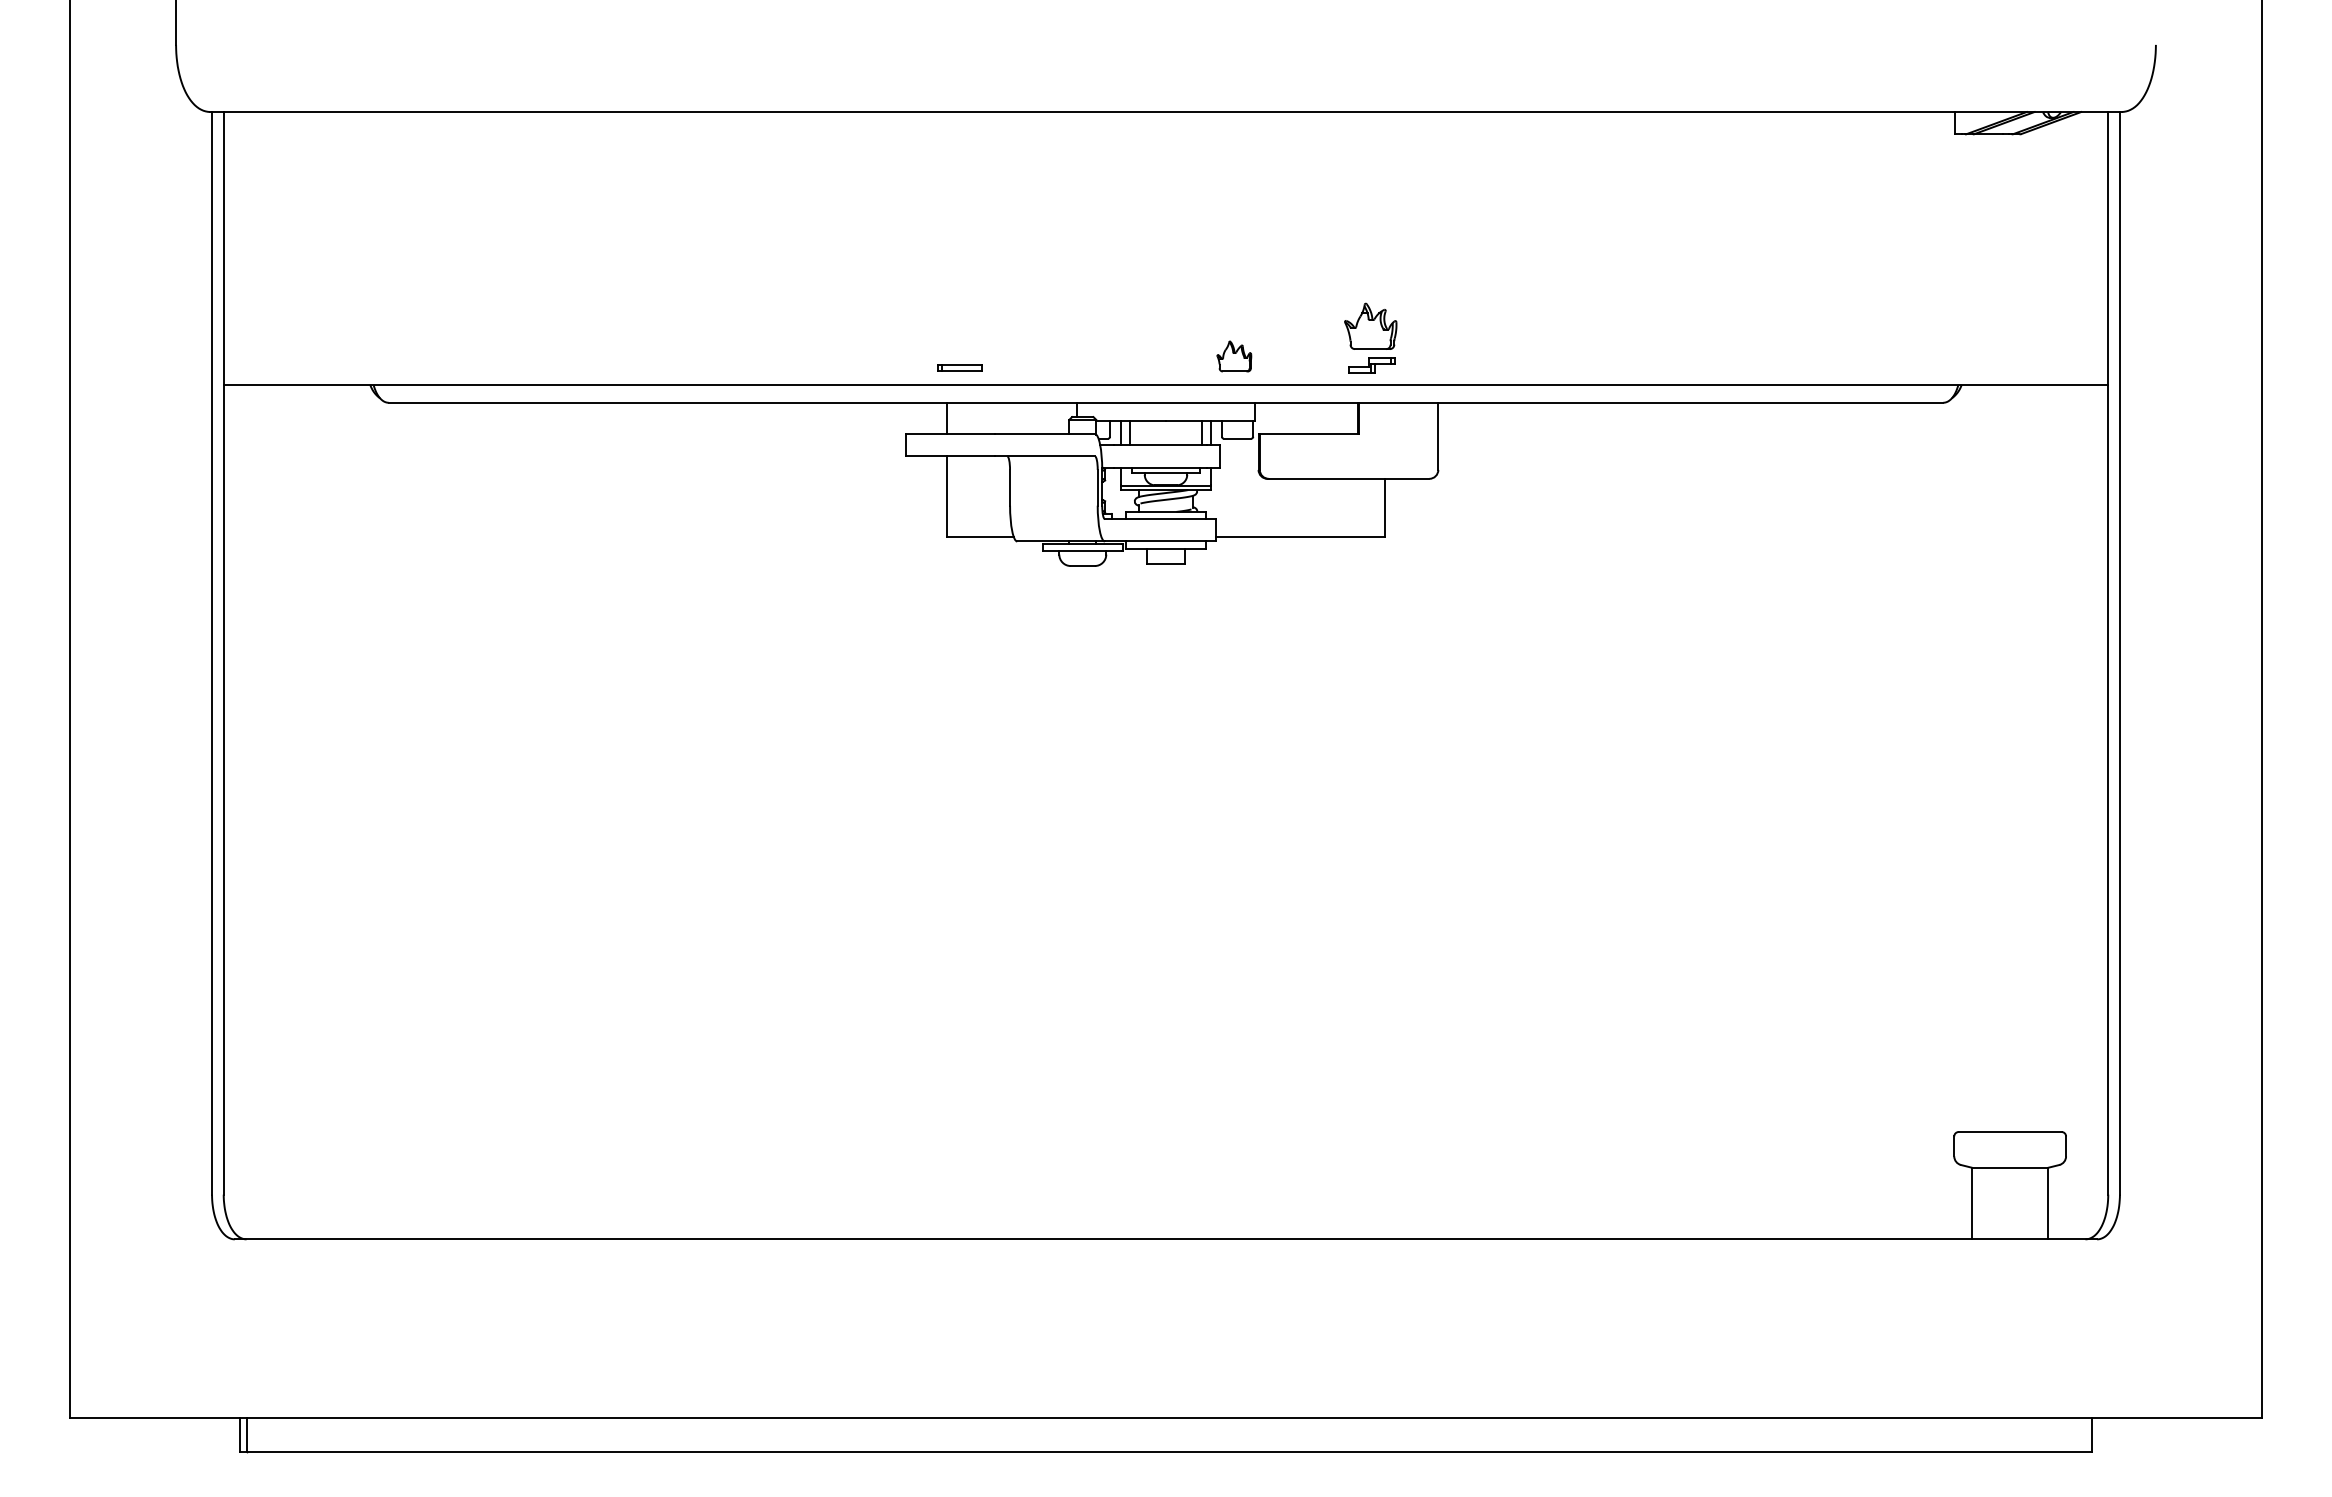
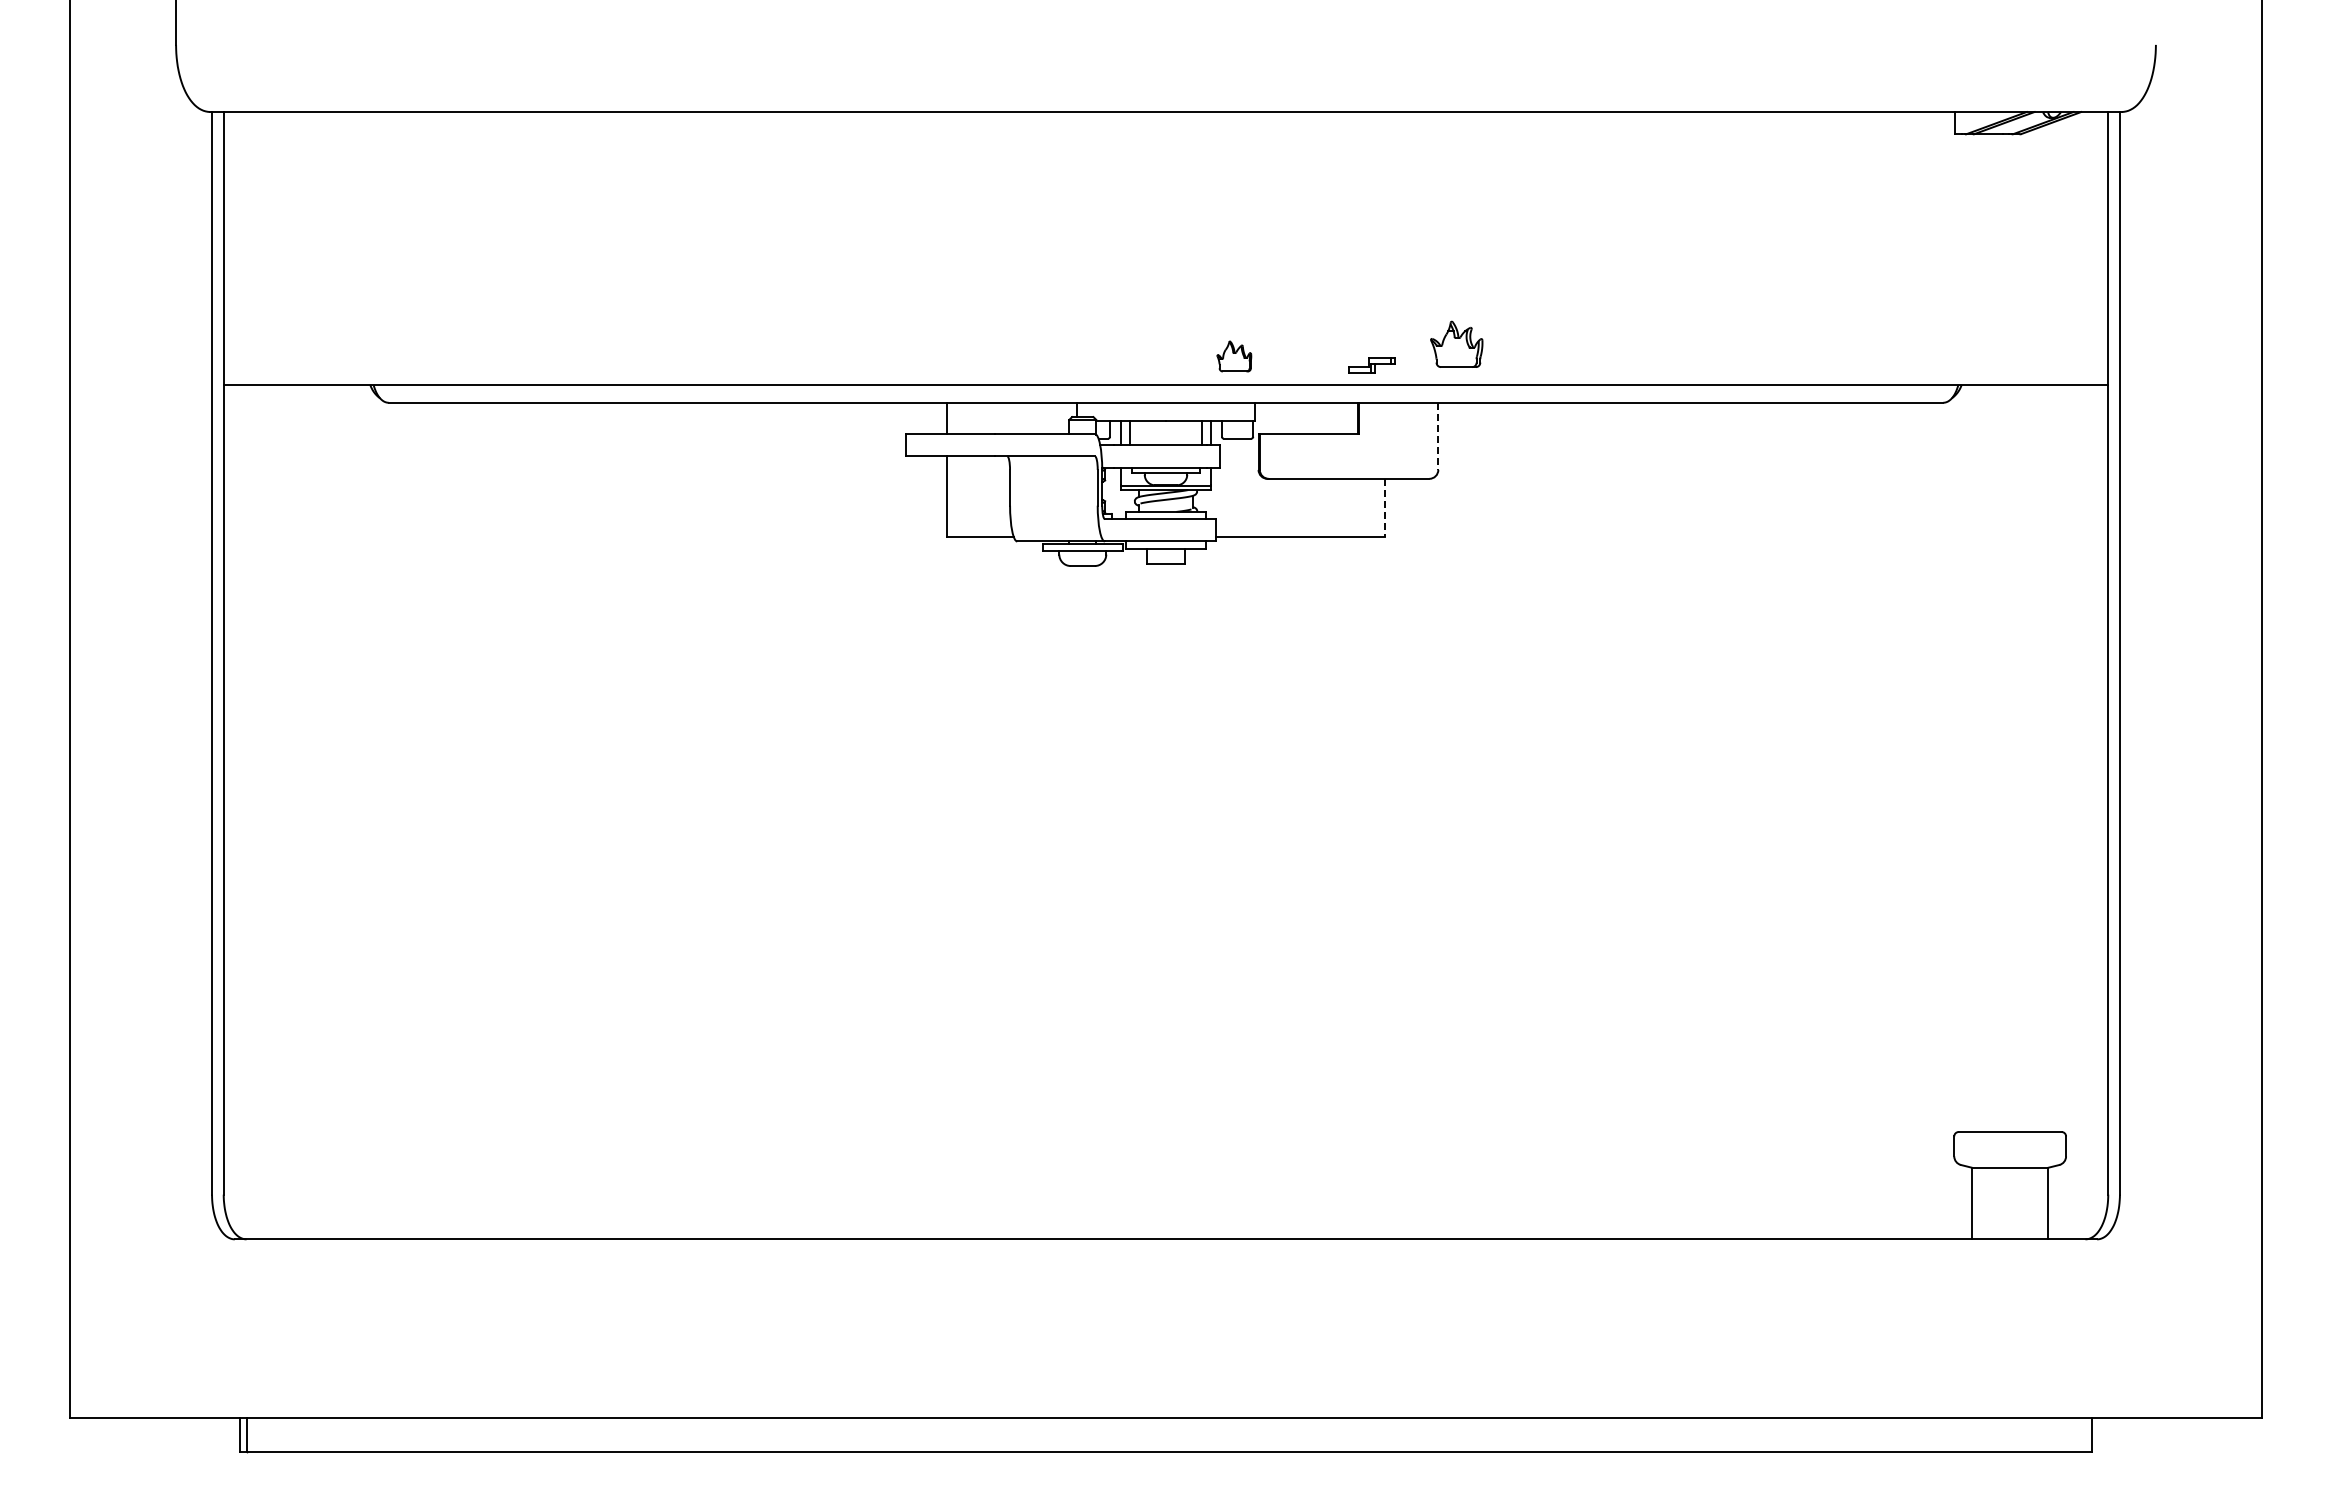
part at (1370, 325) position: (1370, 325) -> (1456, 343)
part at (959, 367): present -> none
line at (1438, 436): solid -> dashed
line at (1385, 508): solid -> dashed
